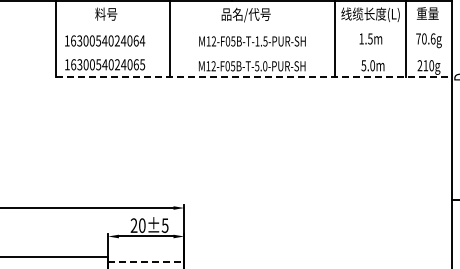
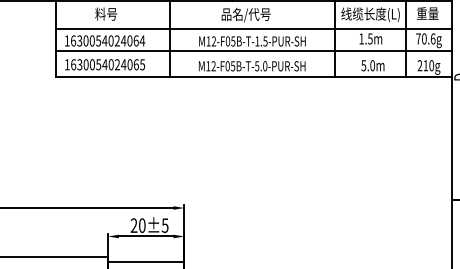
line at (253, 29): none -> present
line at (253, 51): none -> present
line at (254, 76): dashed -> solid
line at (146, 262): dashed -> solid
